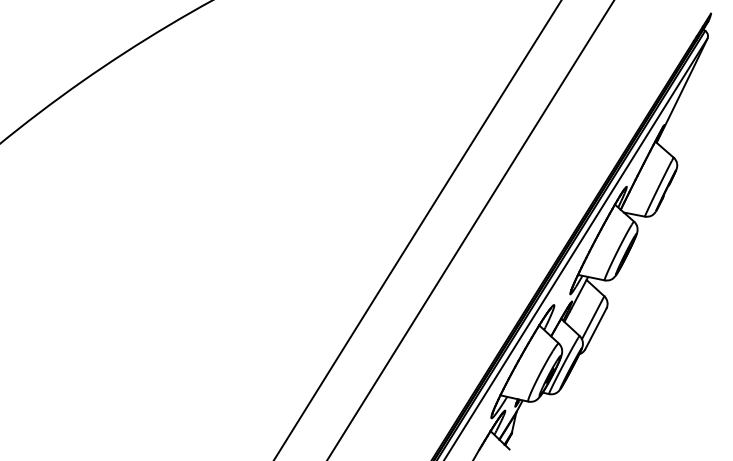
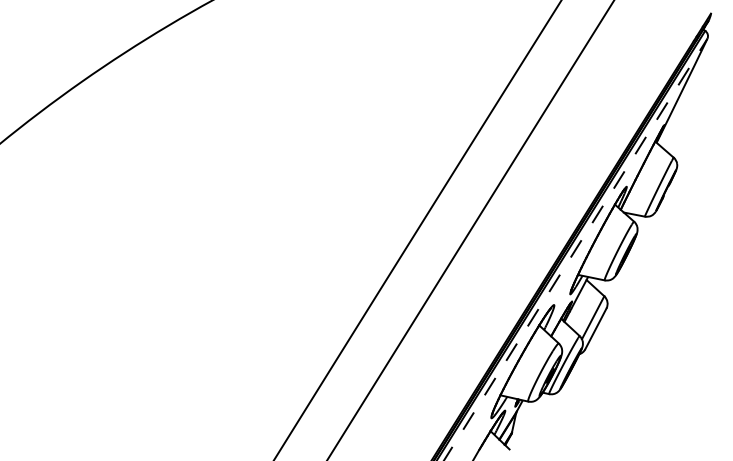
line at (576, 249): solid -> dashed
